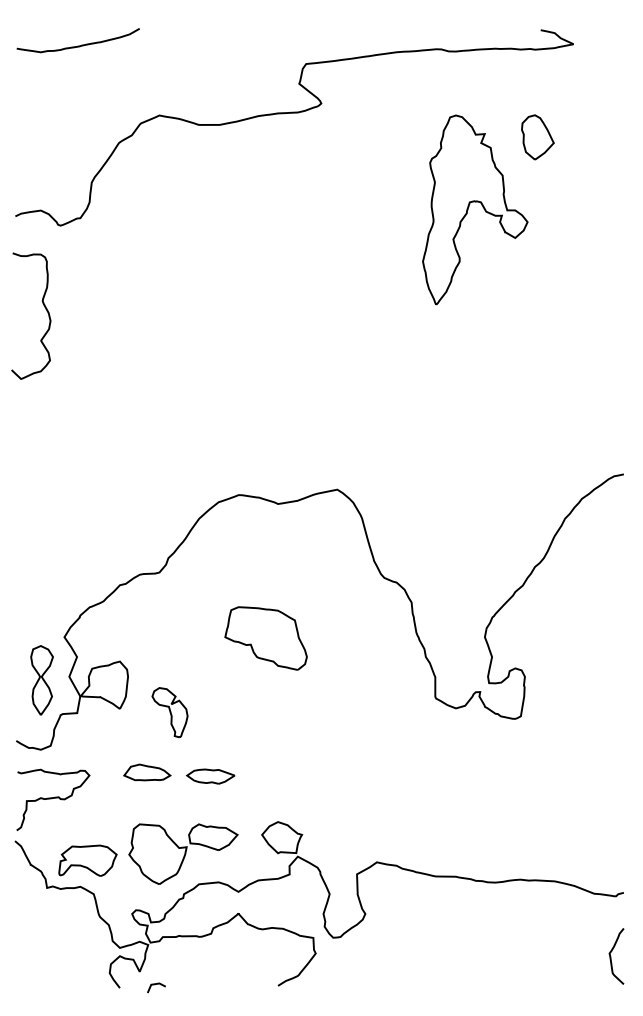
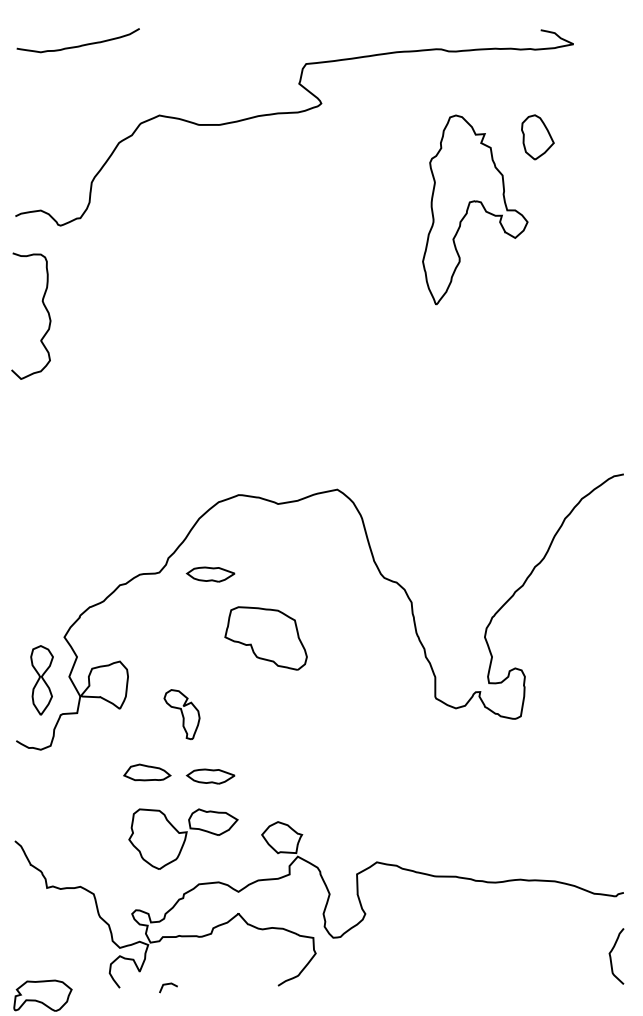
part at (210, 574): none -> present
part at (169, 712) position: (169, 712) -> (181, 714)
curve at (53, 798): present -> none
part at (183, 853) position: (183, 853) -> (183, 838)
part at (87, 860) position: (87, 860) -> (42, 995)
line at (154, 985) position: (154, 985) -> (166, 985)
